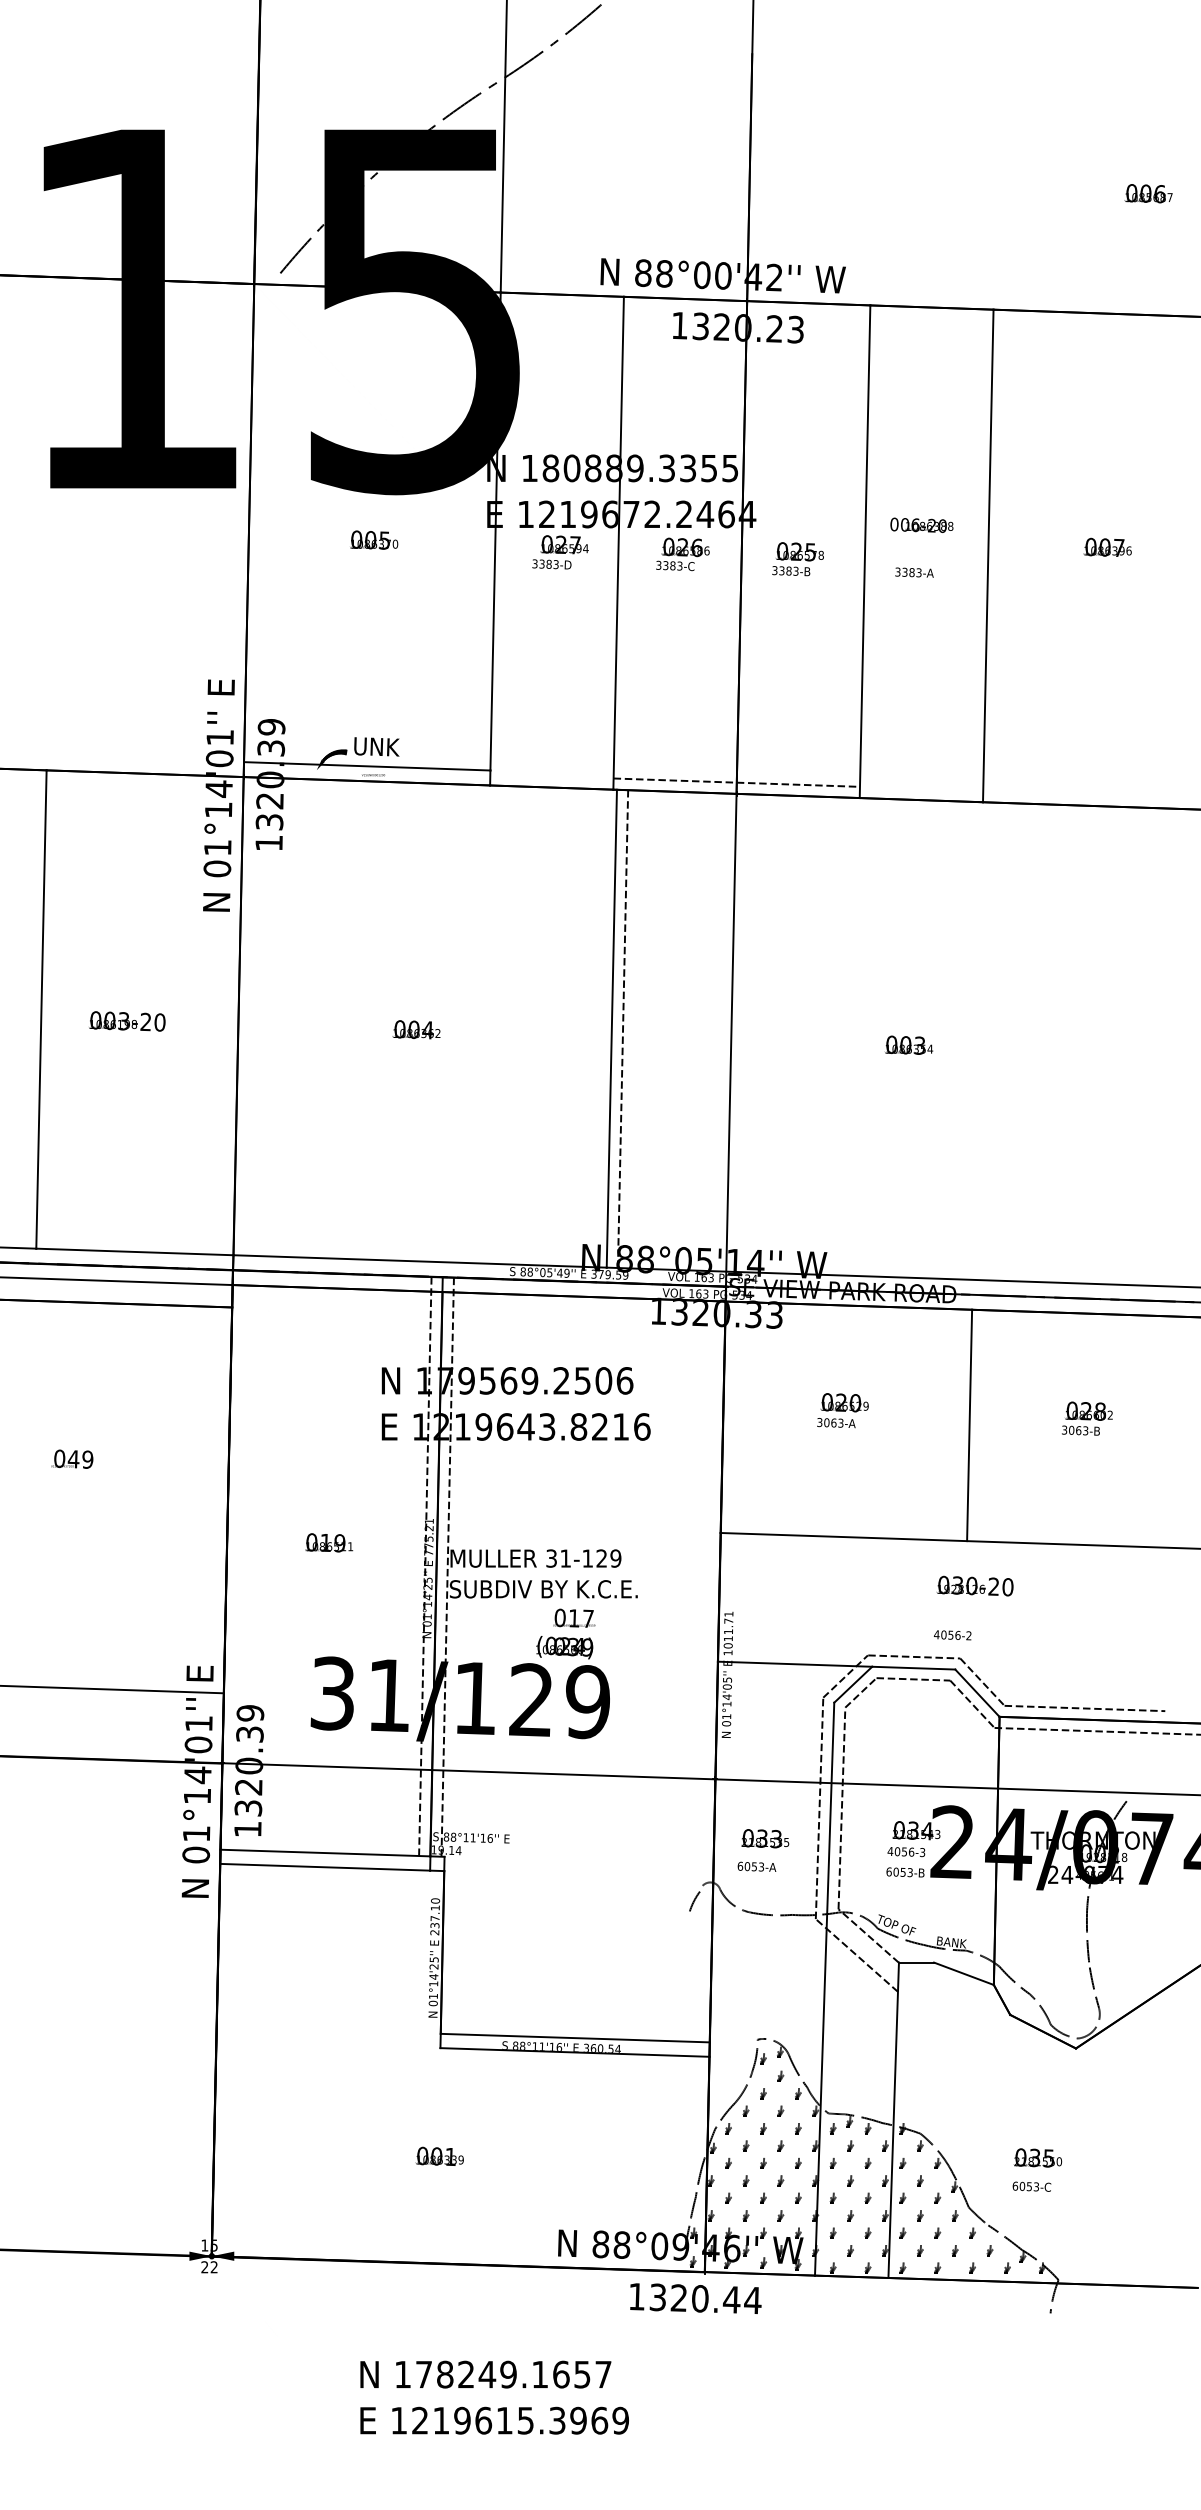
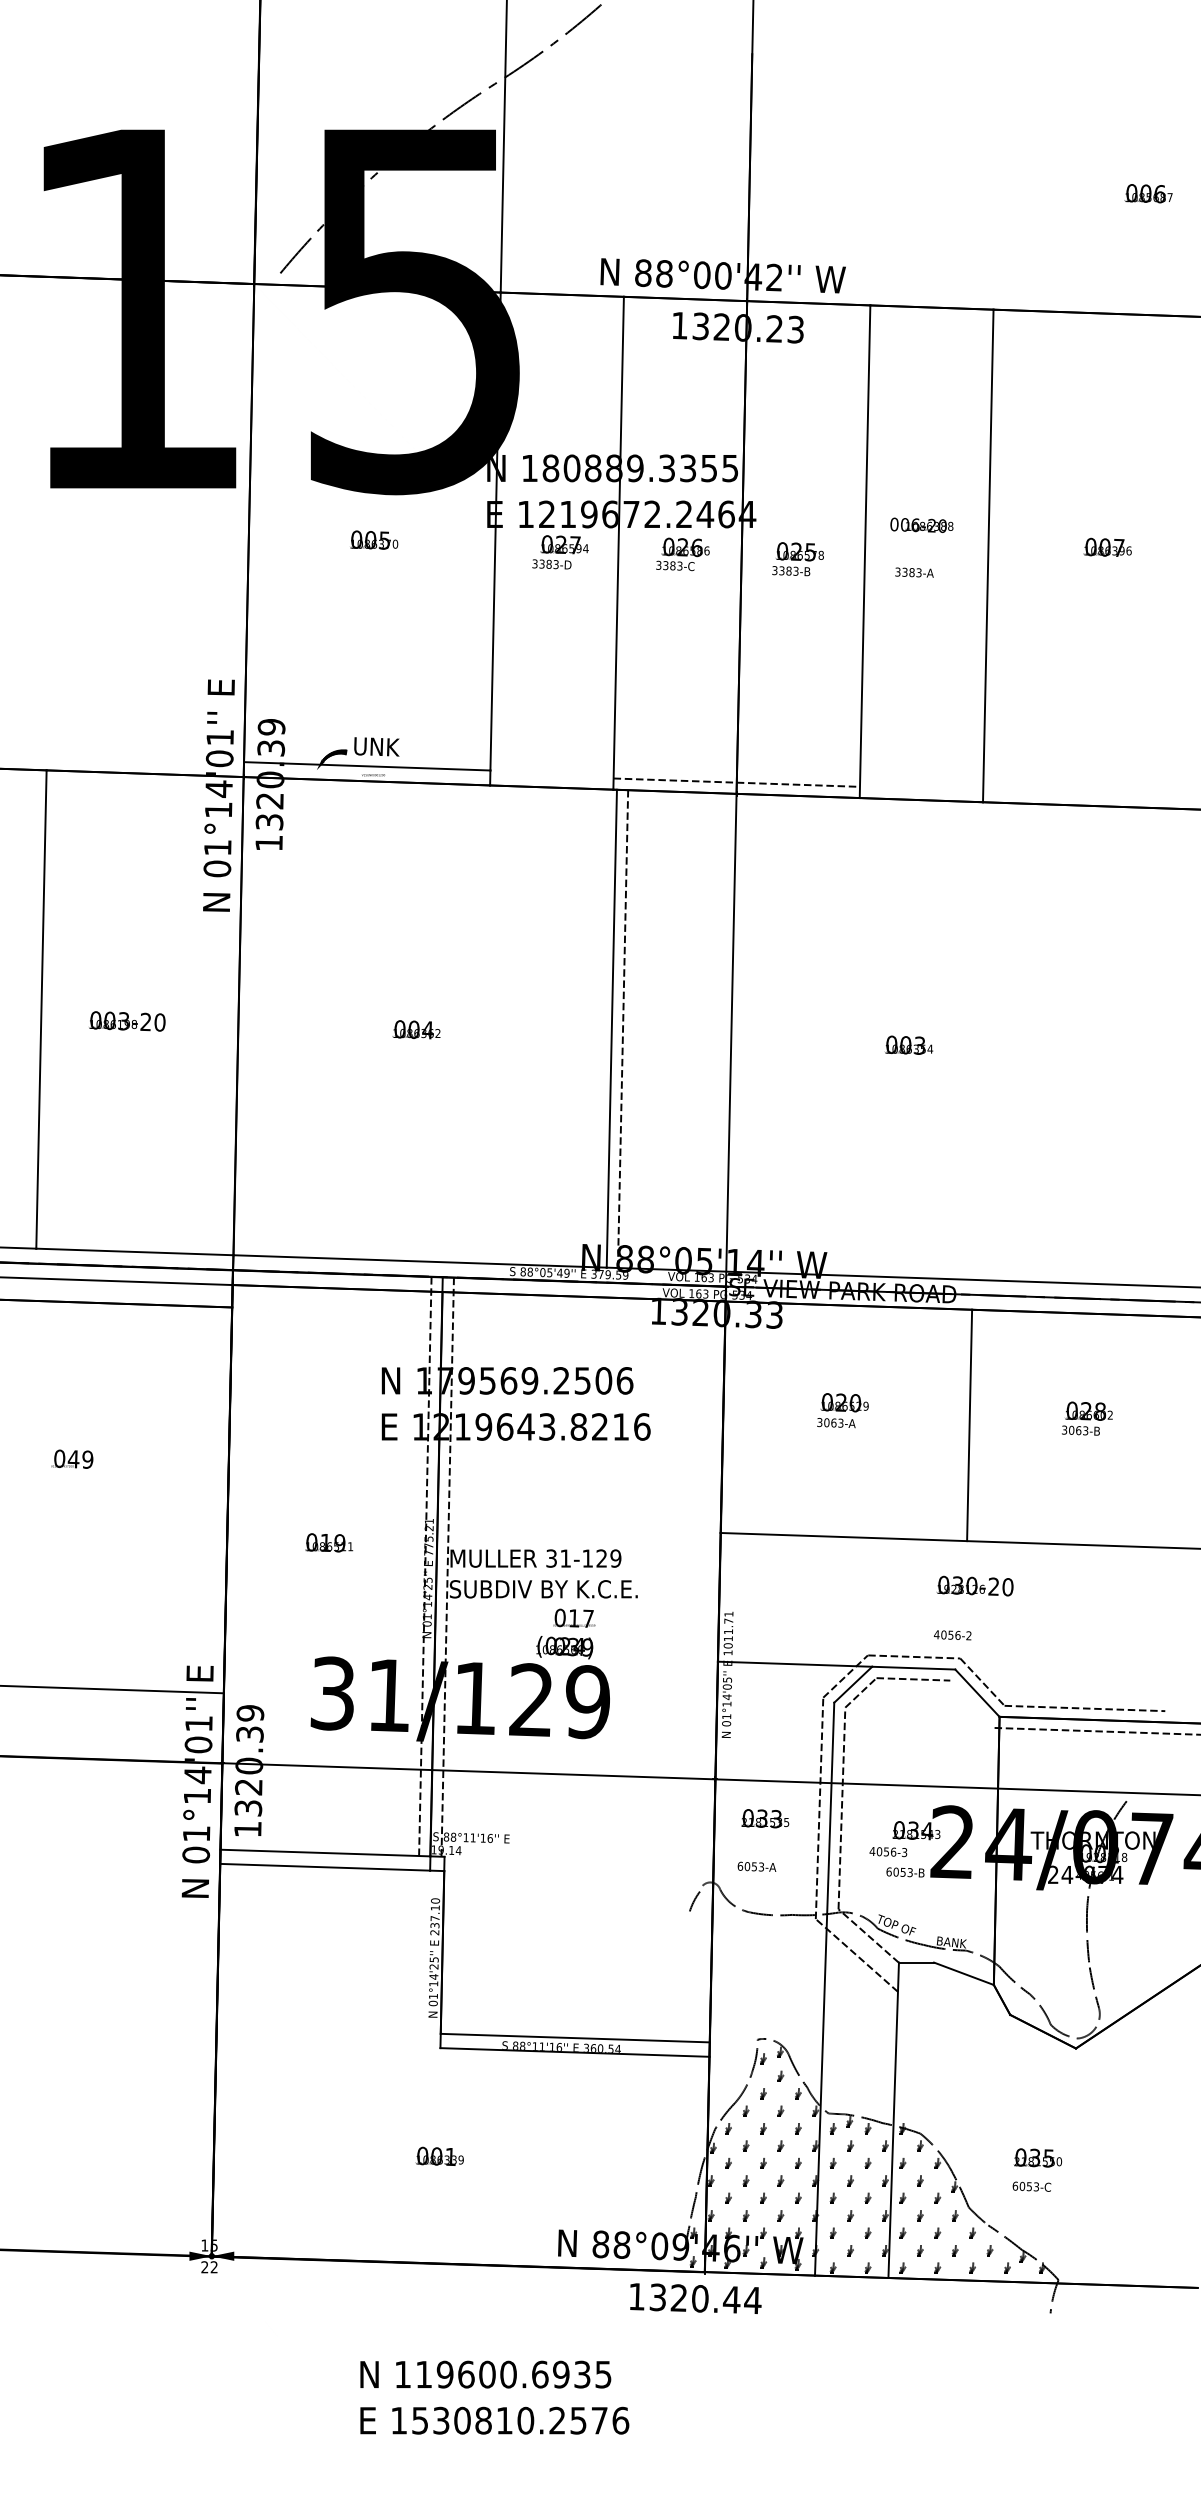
line at (972, 1703): present -> none
text at (765, 1838) position: (765, 1838) -> (765, 1818)
text at (906, 1852) position: (906, 1852) -> (888, 1852)
text at (513, 2374): 178249.1657 -> 119600.6935
text at (520, 2420): 1219615.3969 -> 1530810.2576
